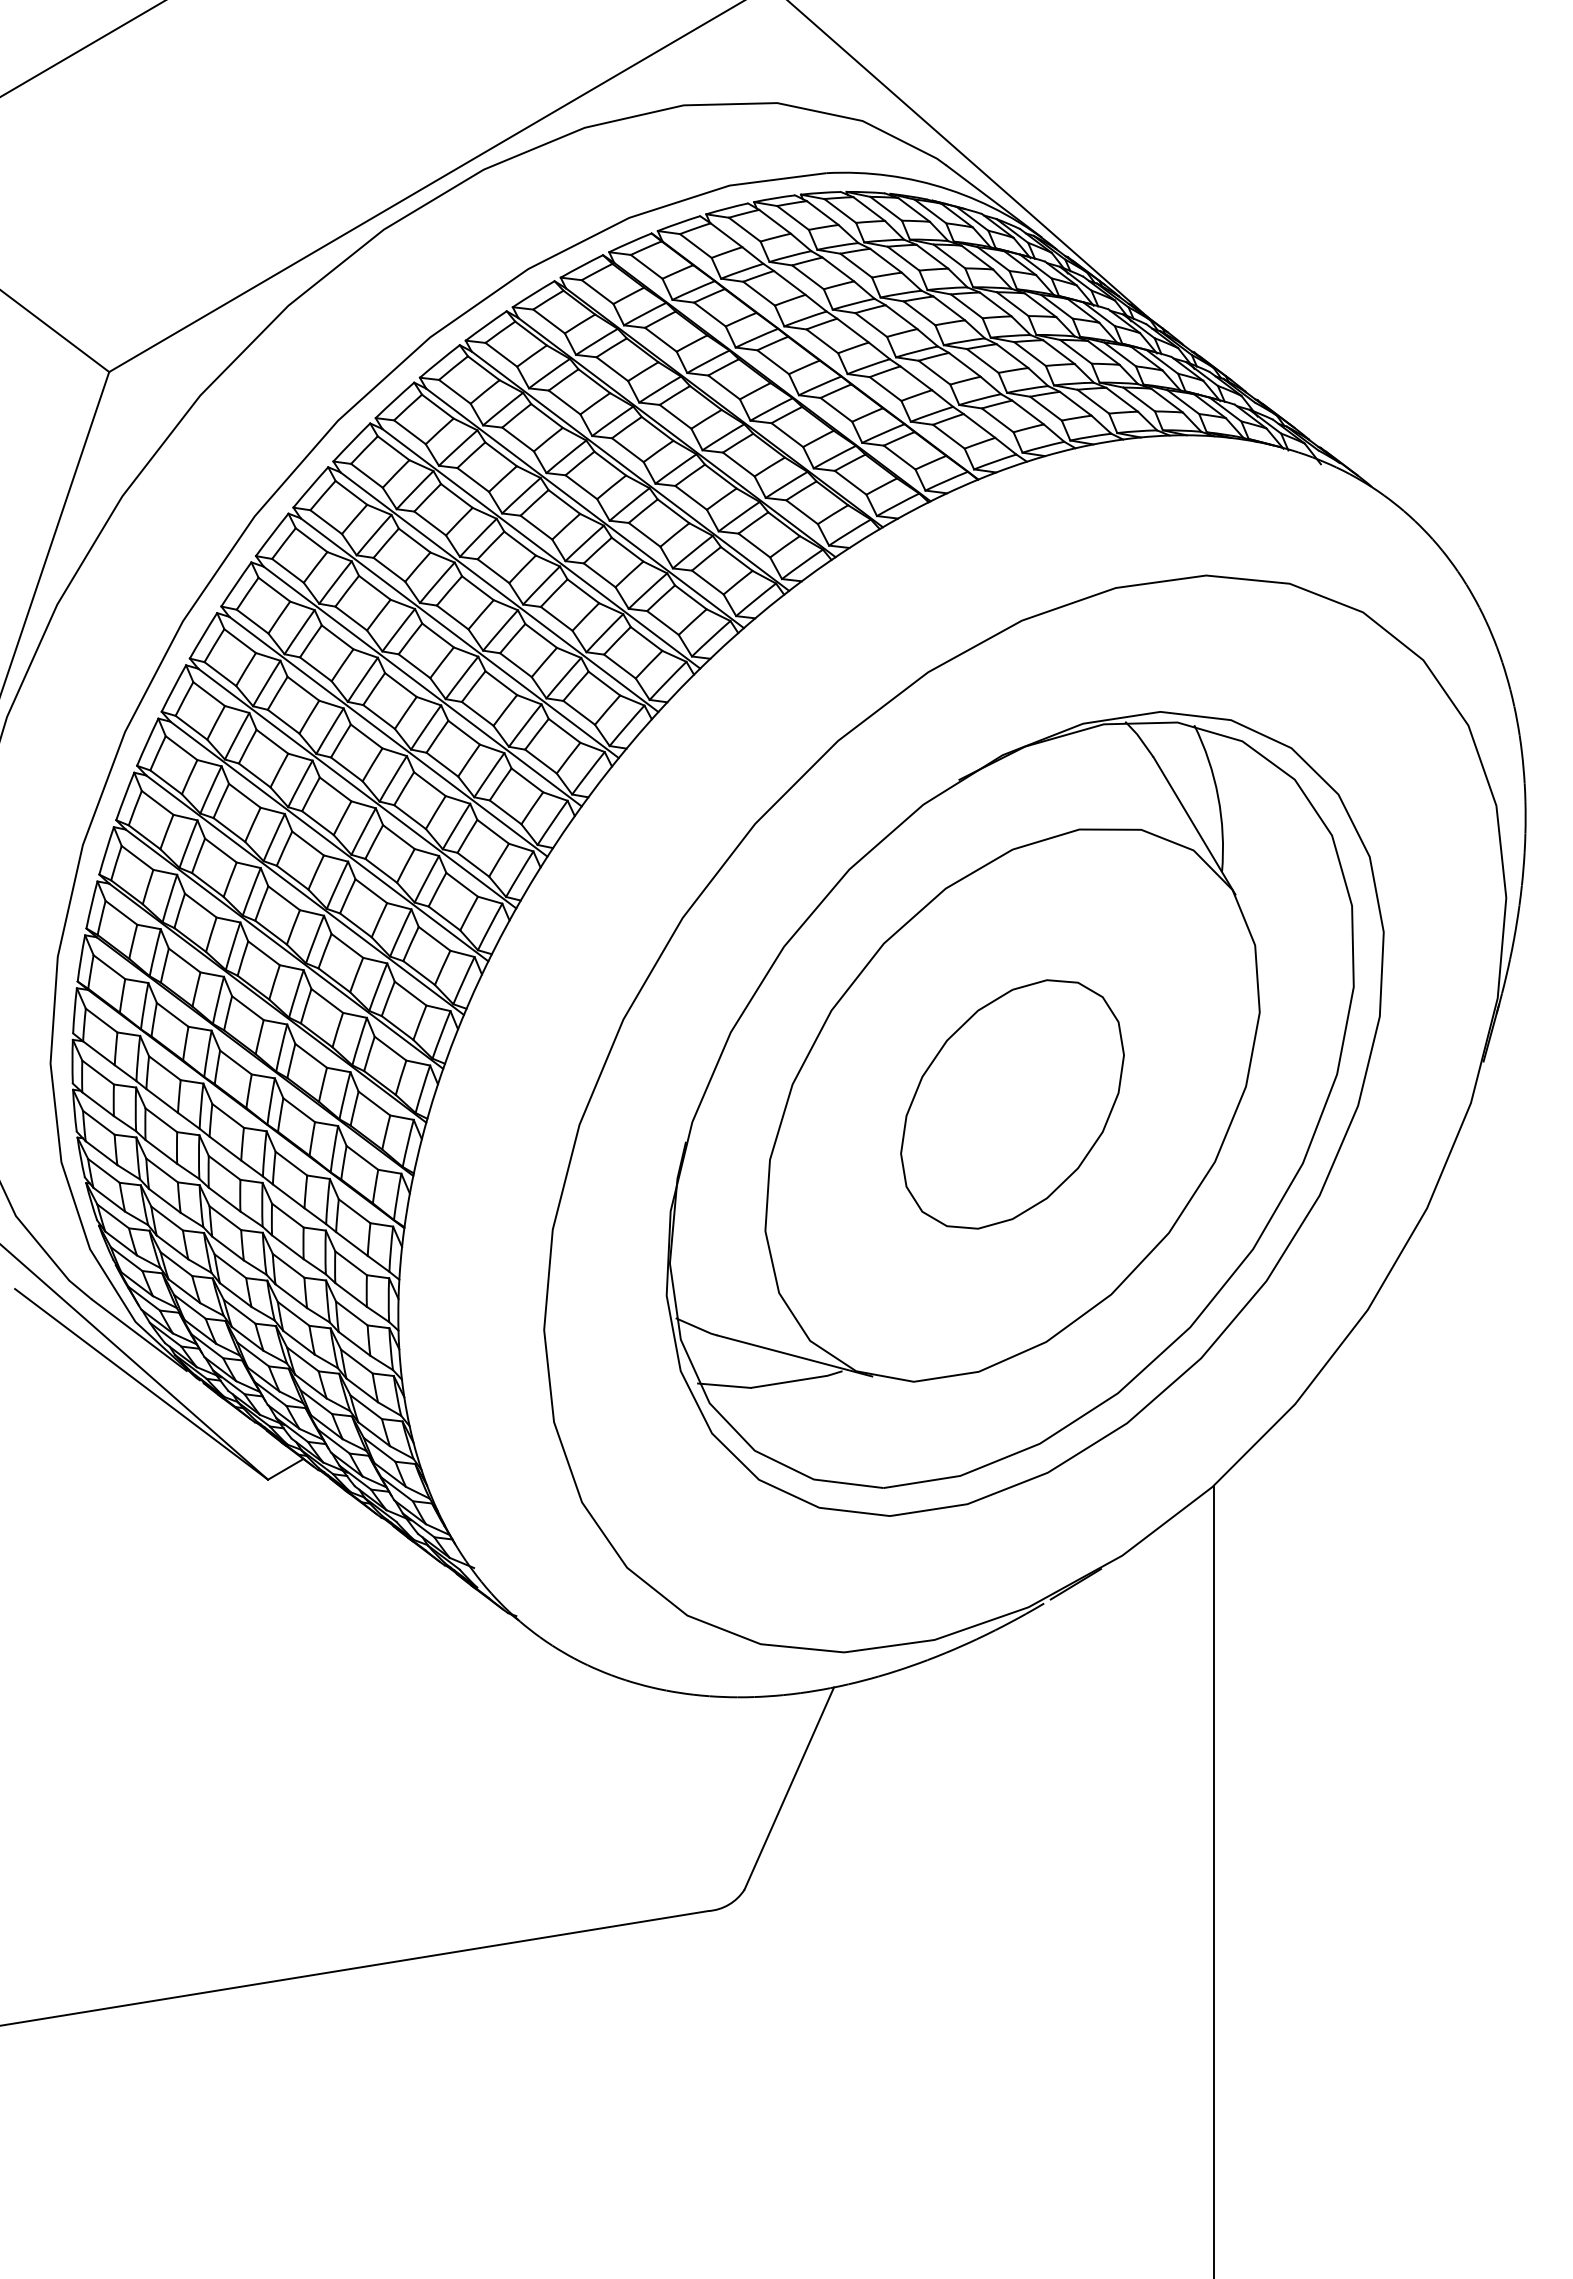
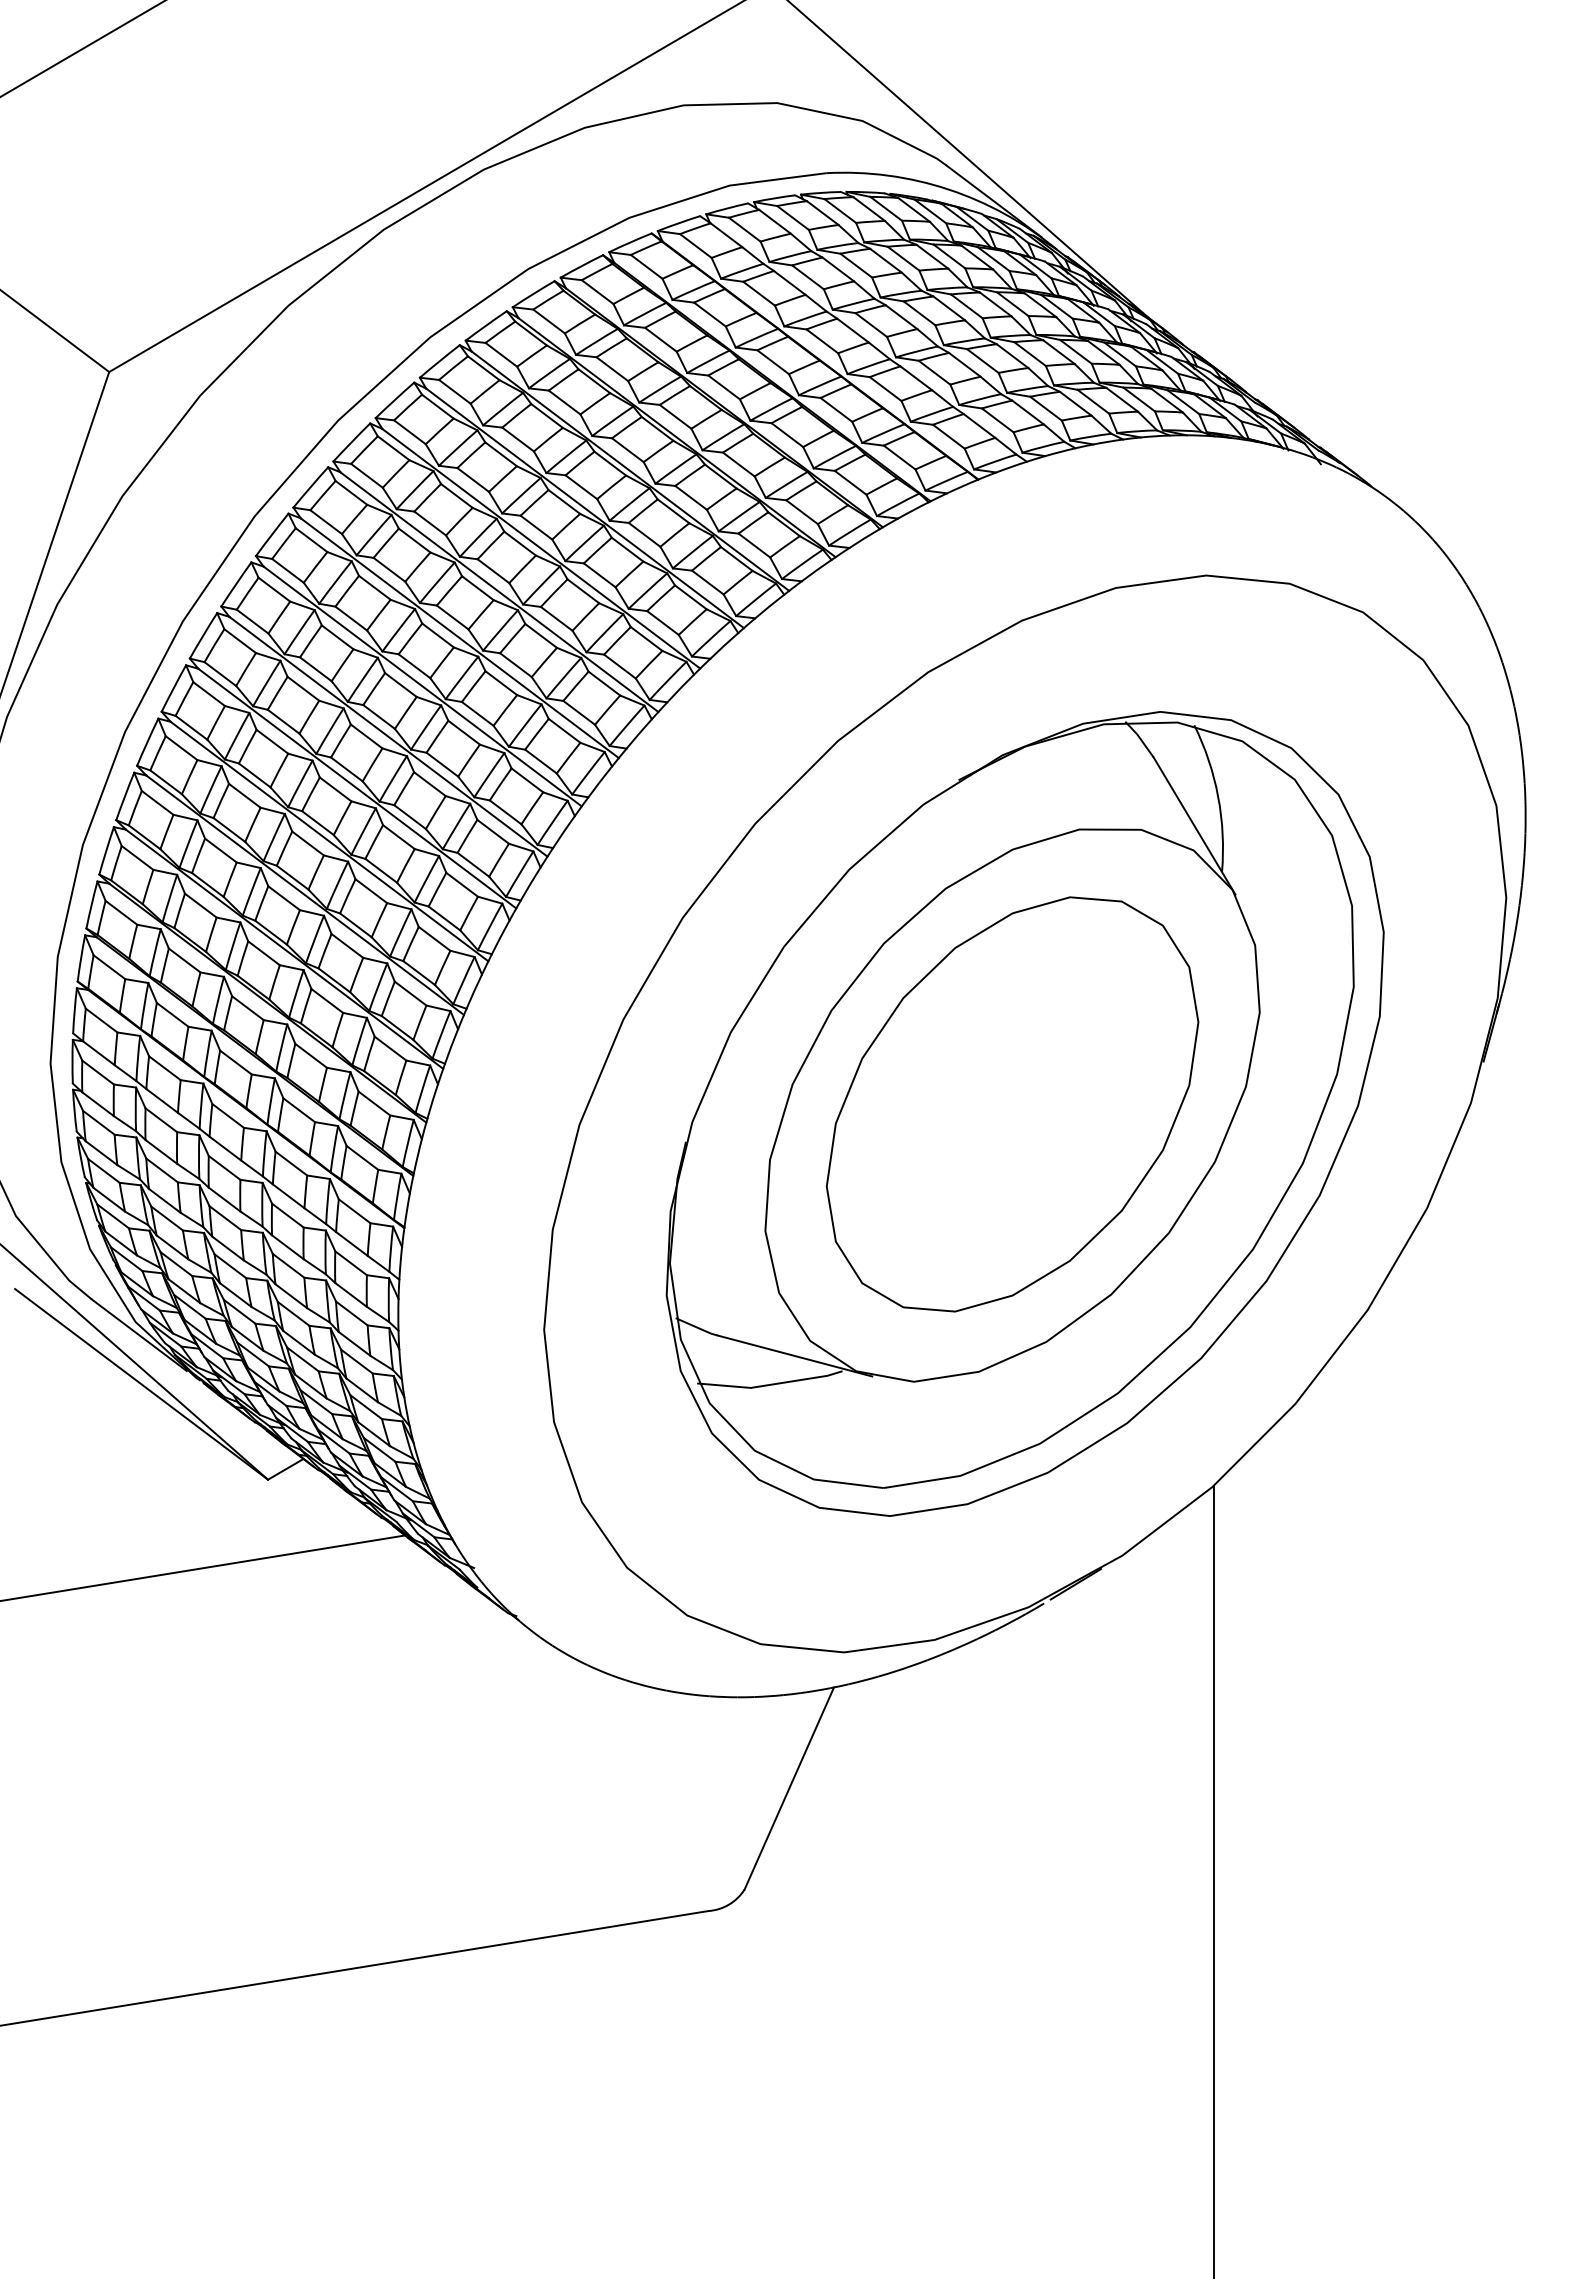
part at (1012, 1104) size: 225x251 px -> 375x417 px
line at (203, 1567): none -> present
